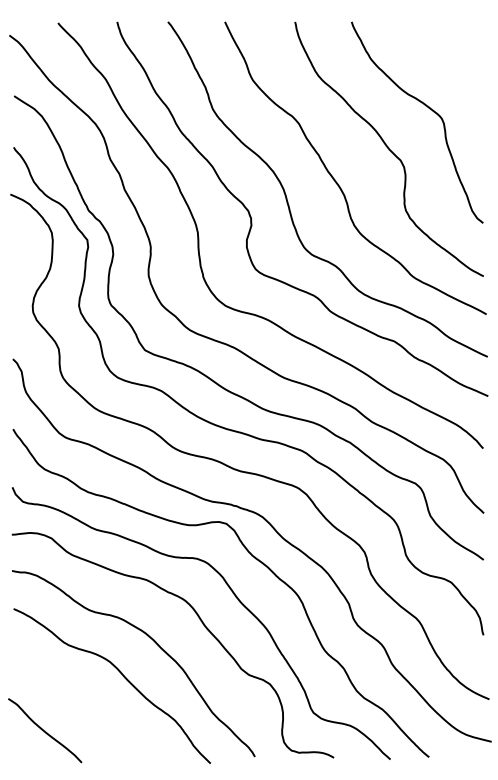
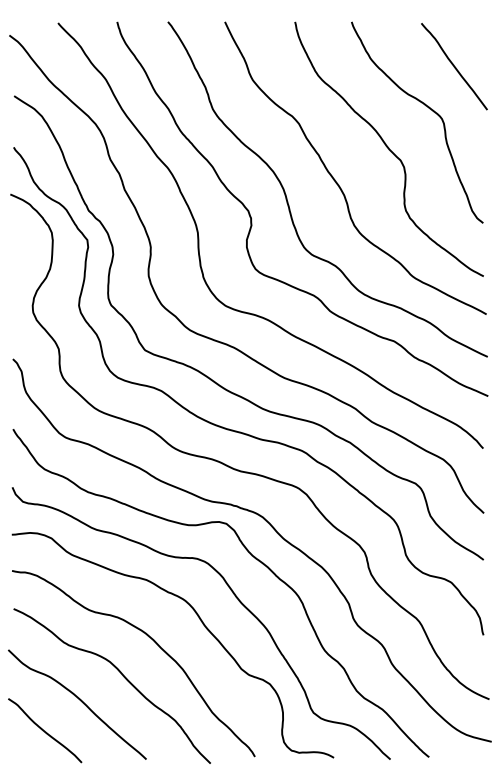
curve at (454, 66): none -> present
curve at (80, 701): none -> present
